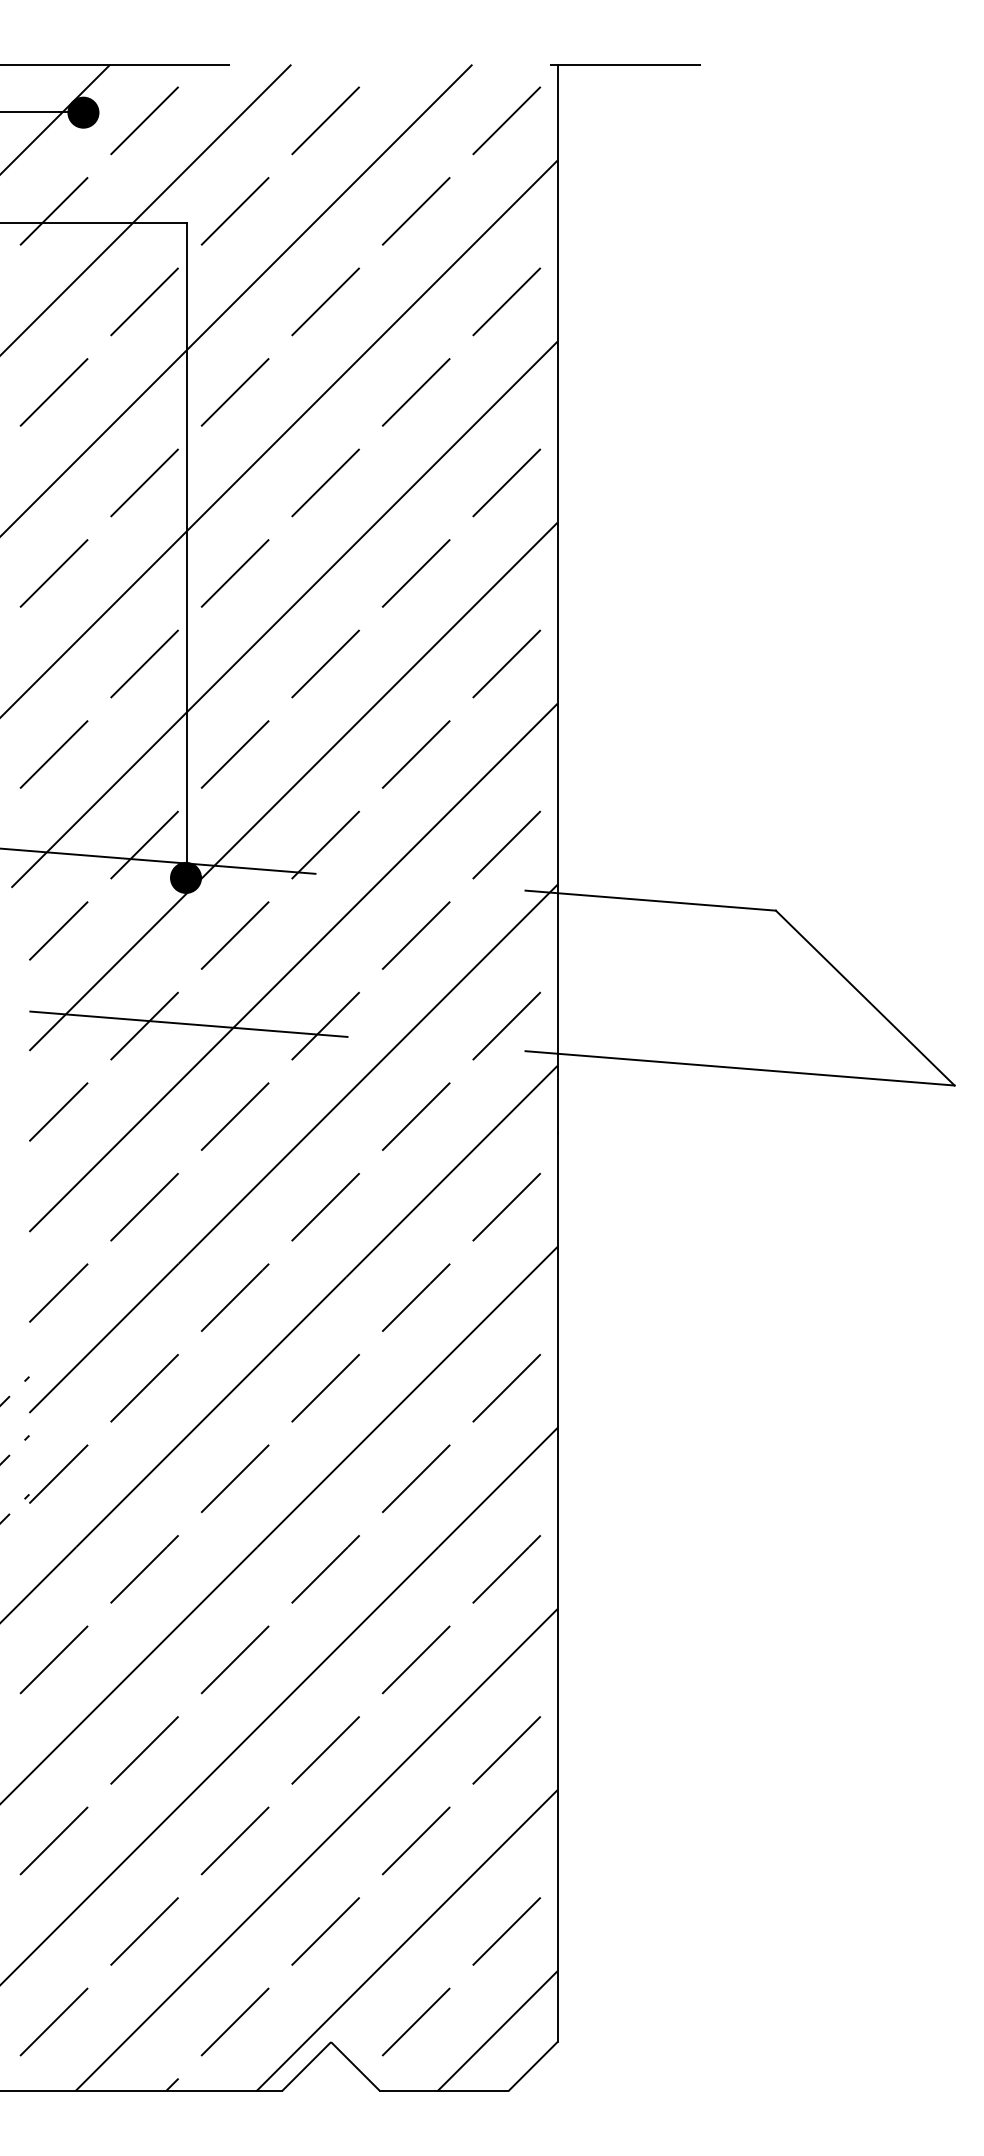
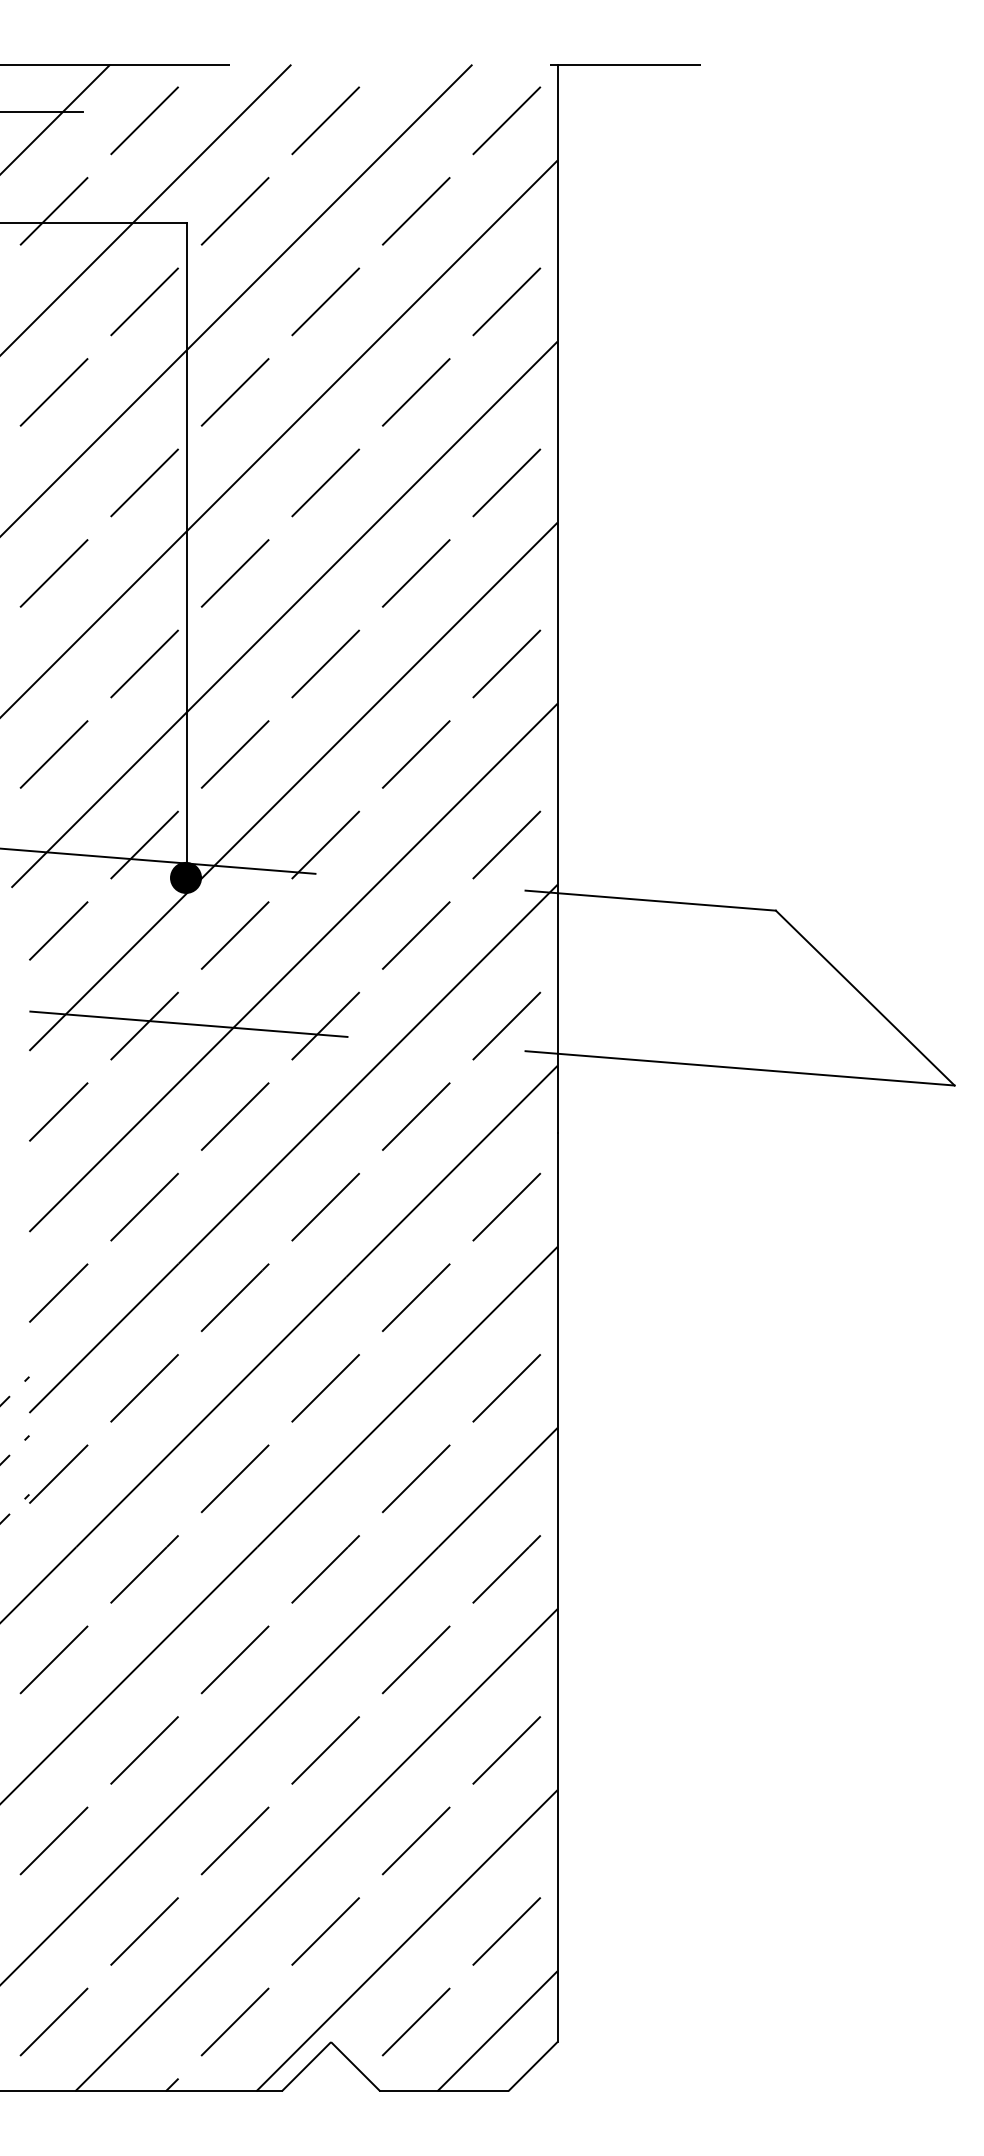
fill at (83, 112): present -> none
